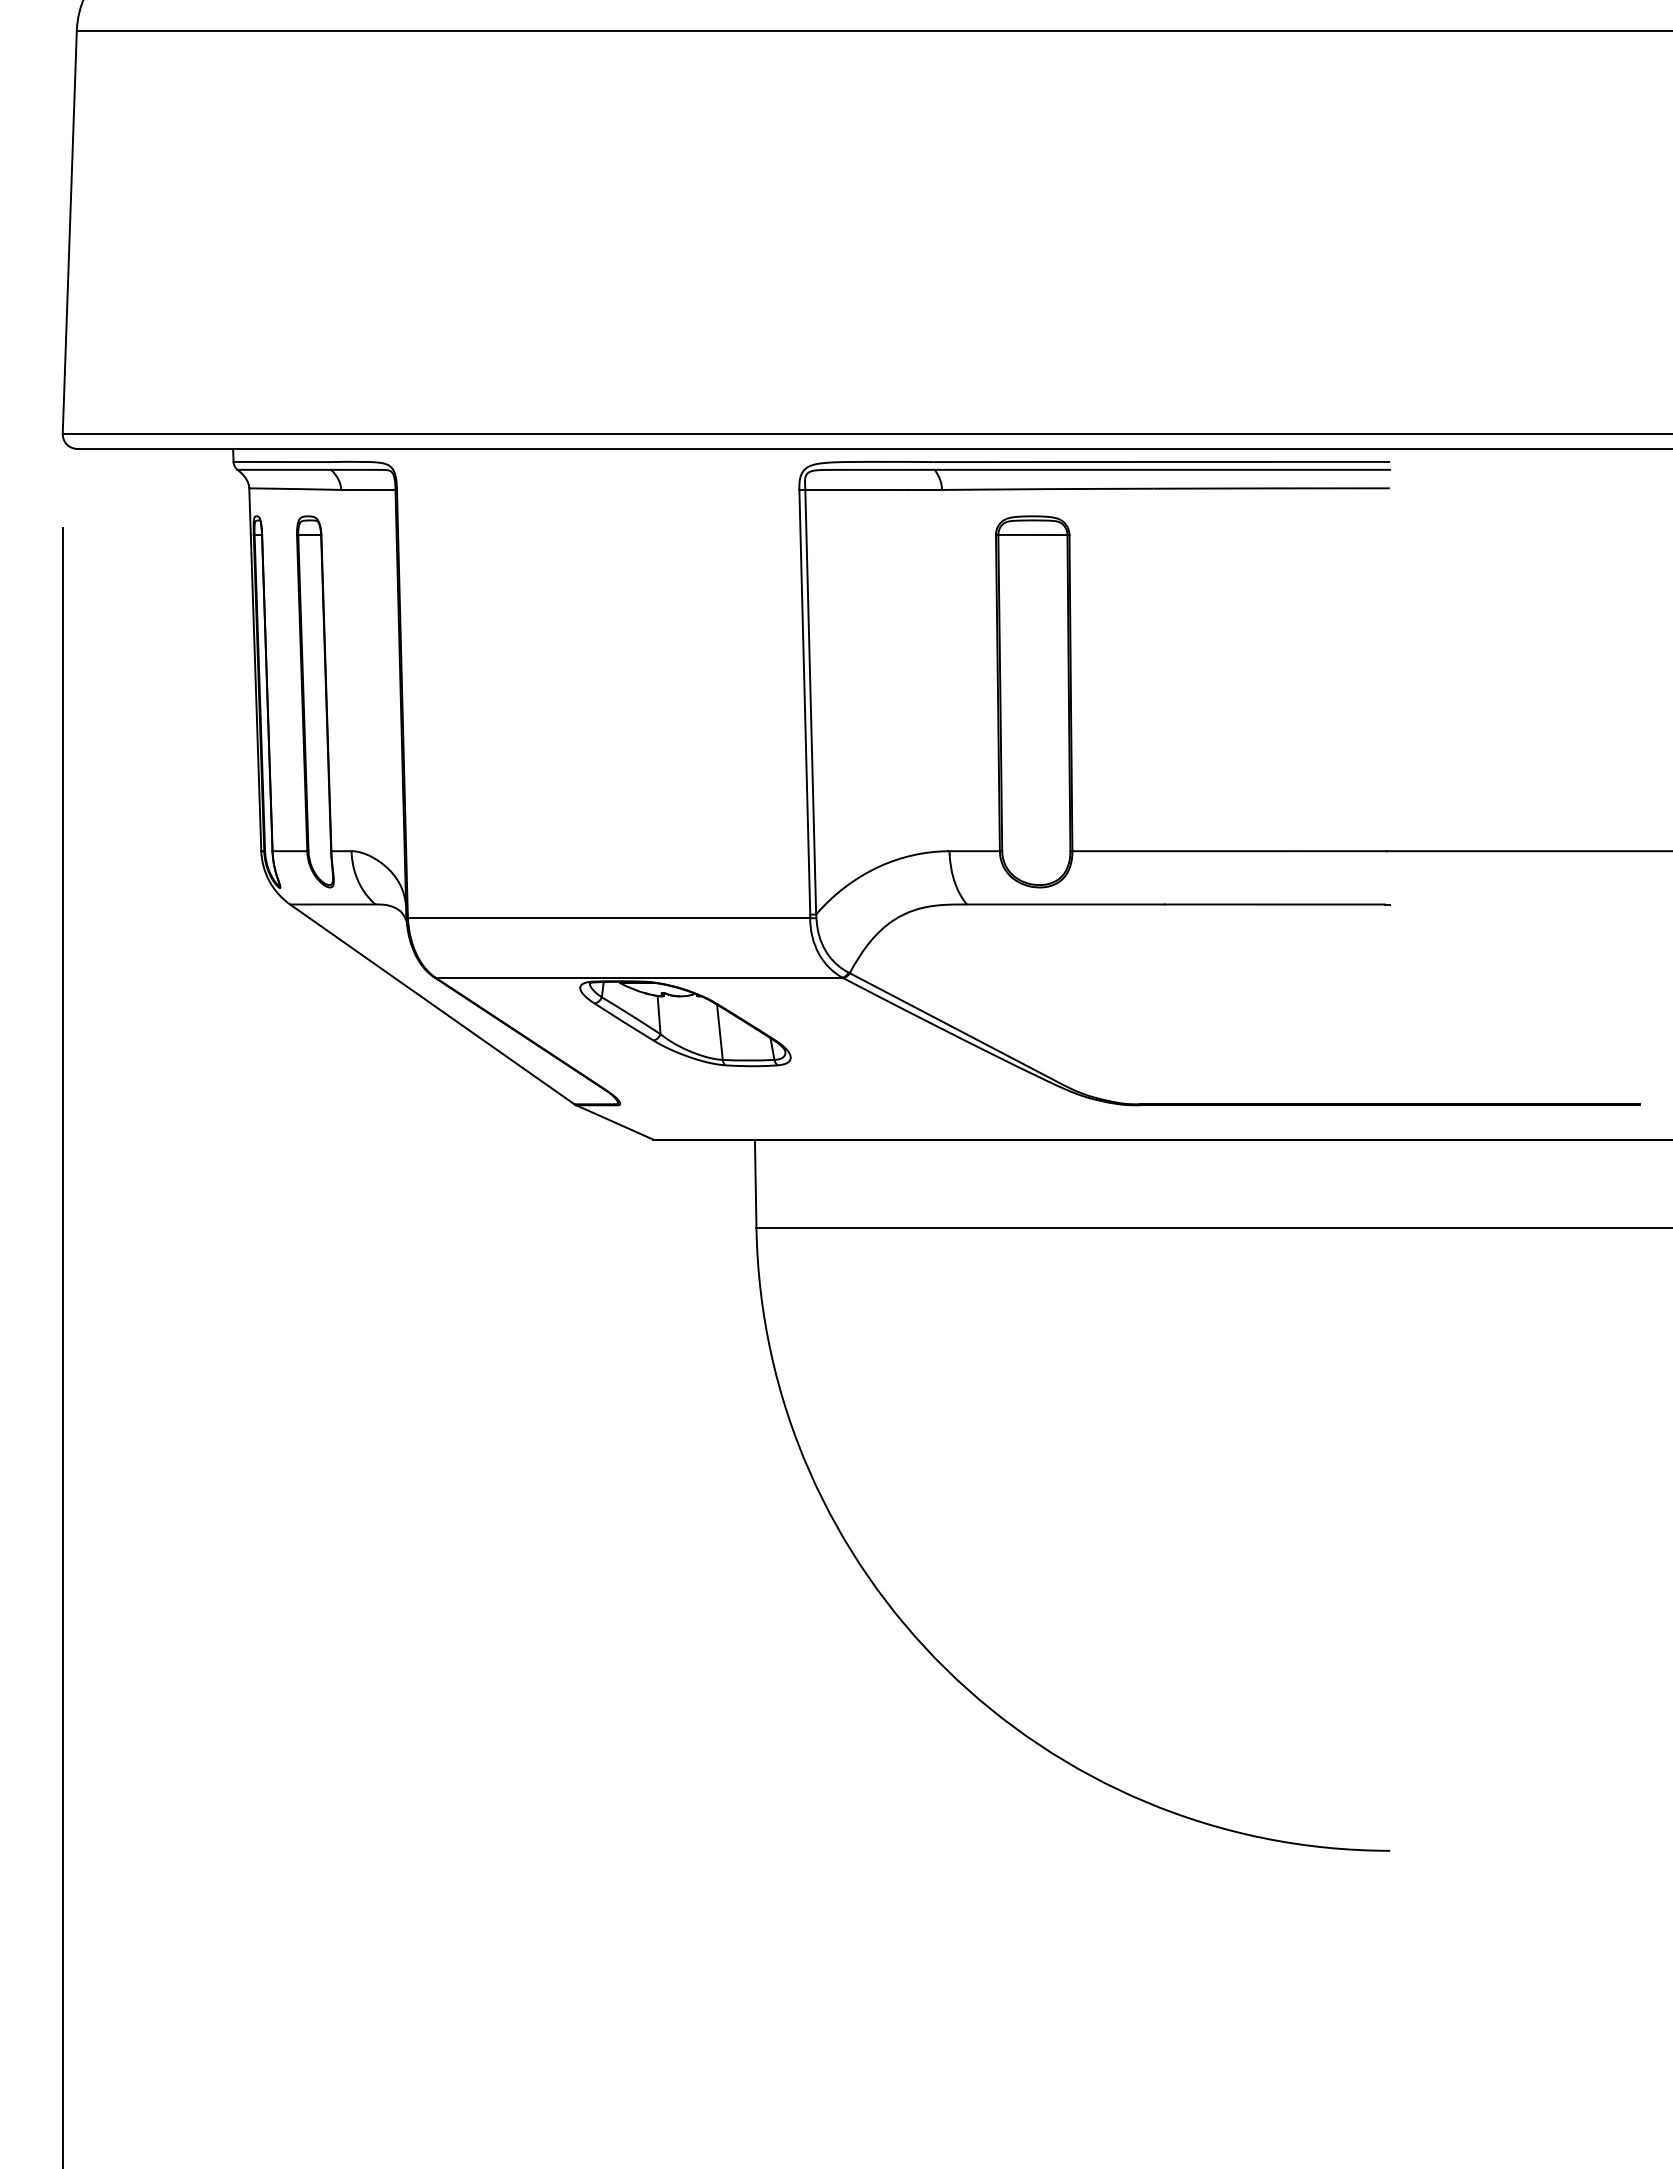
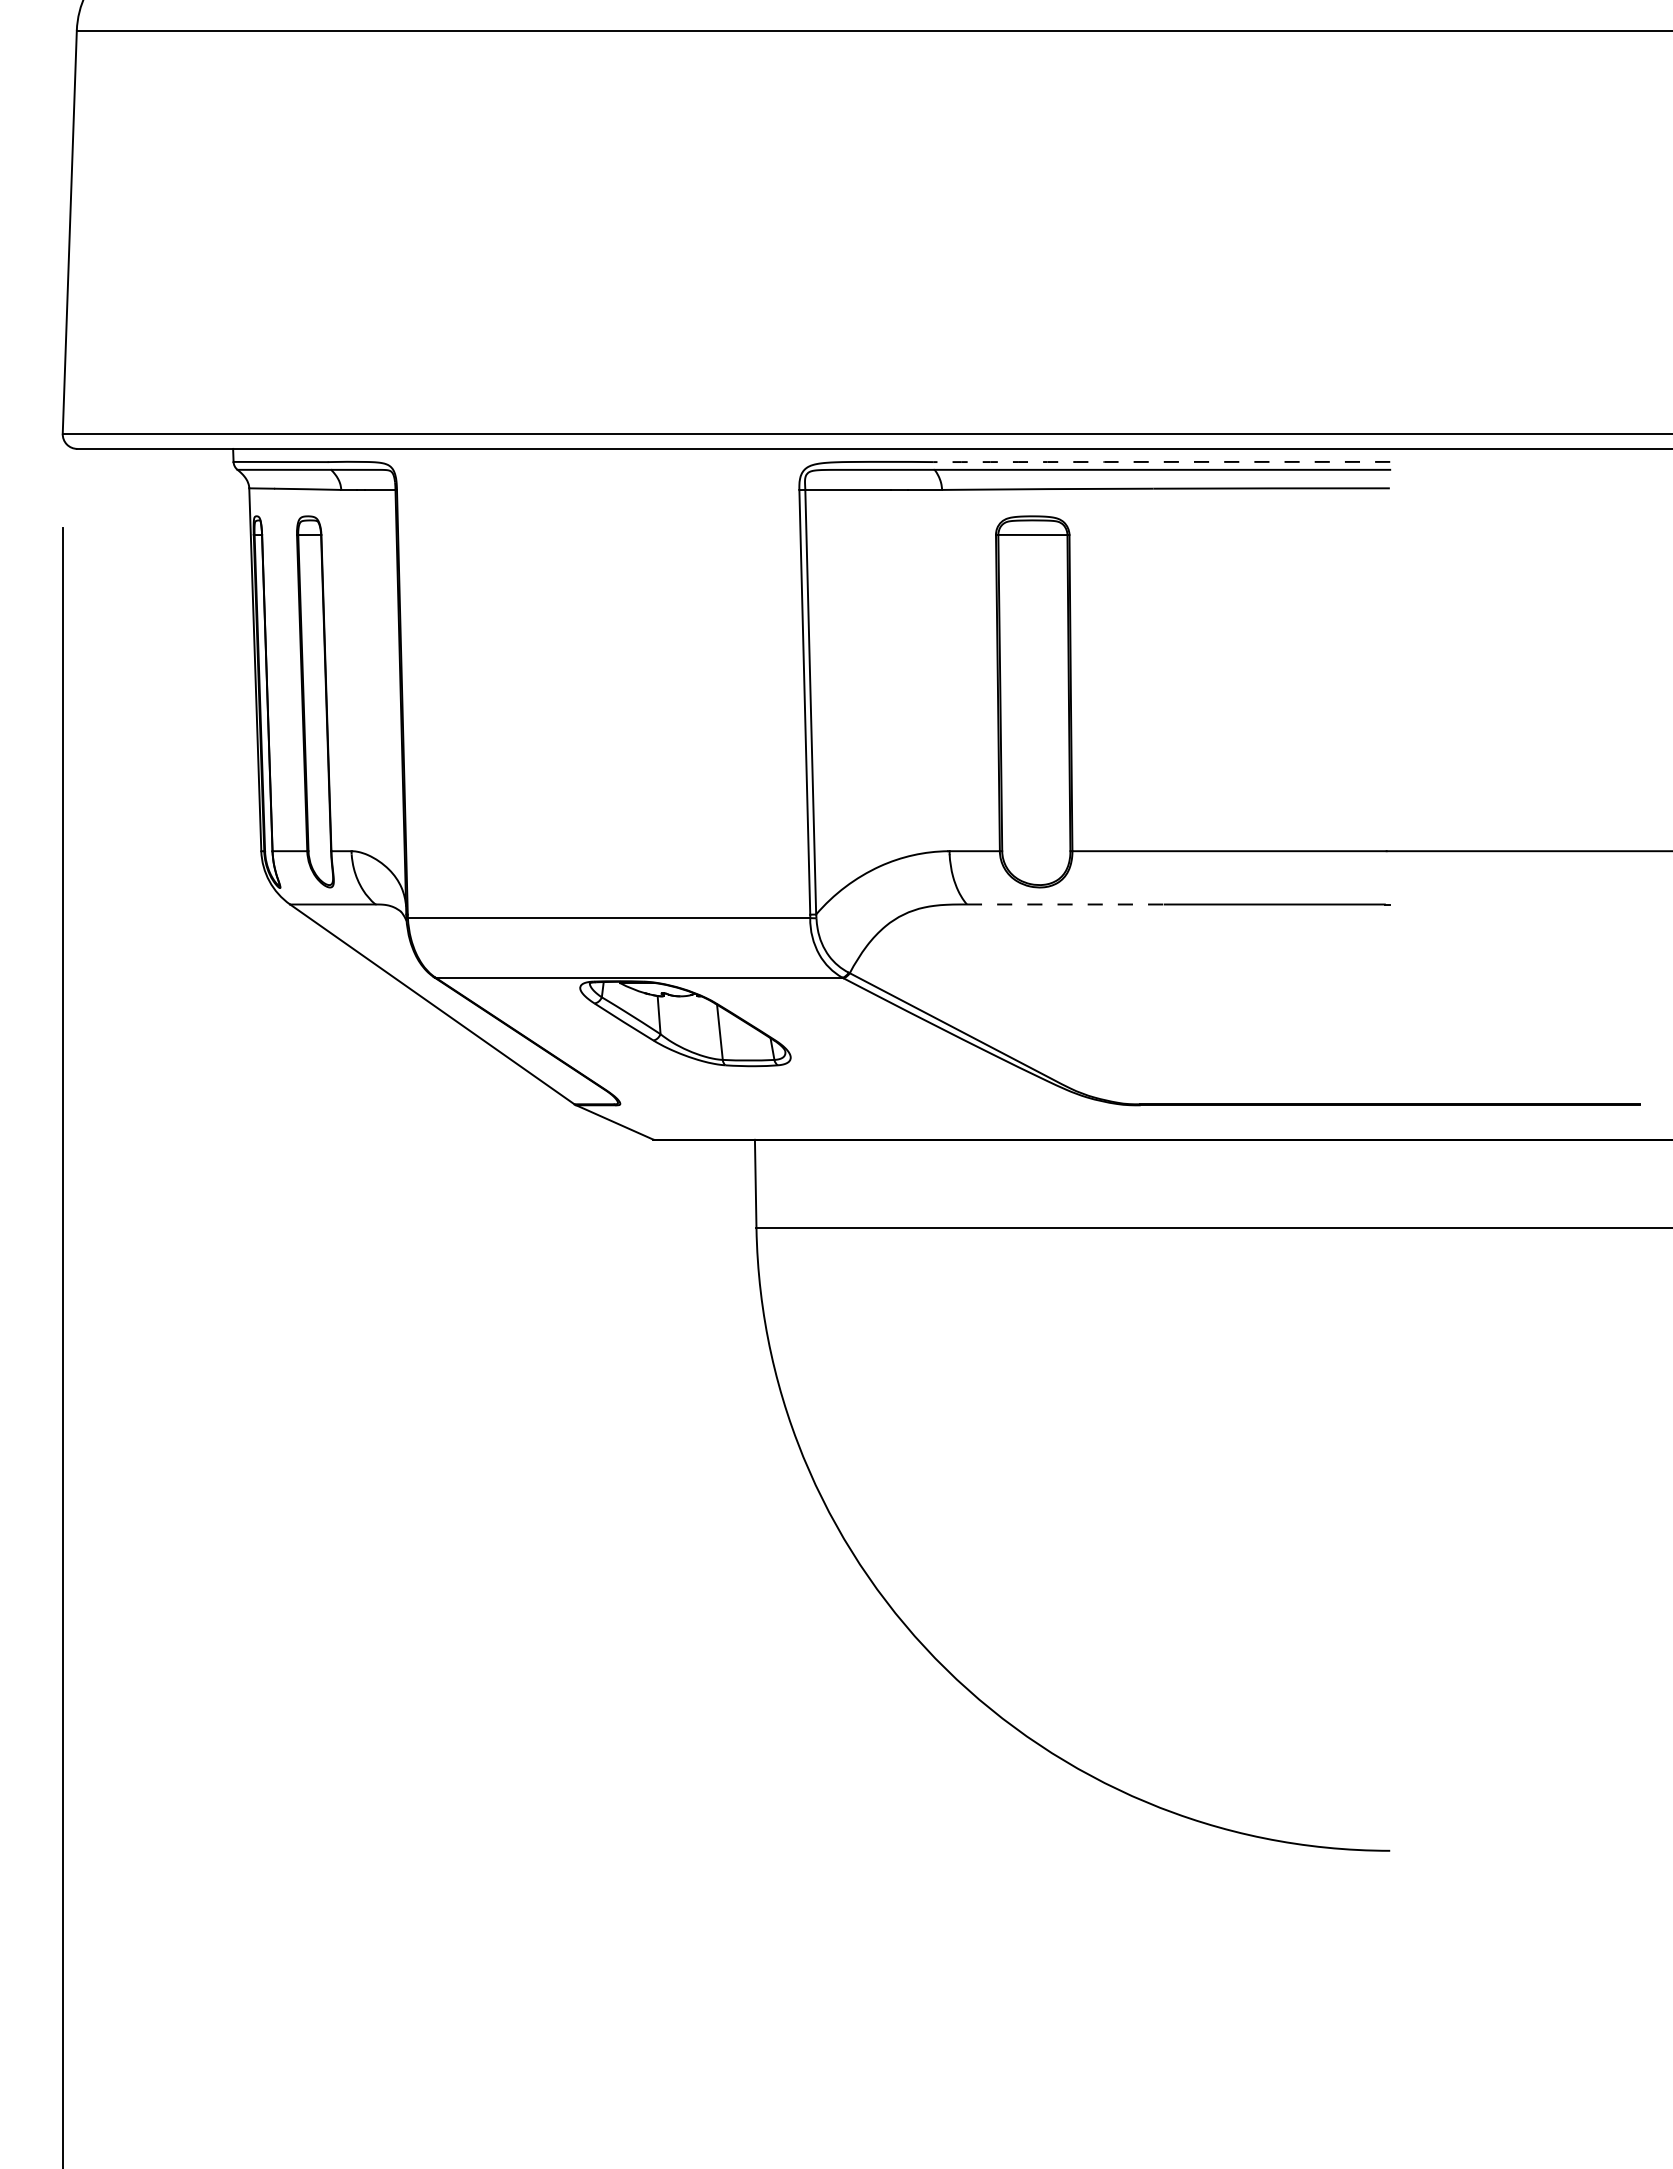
arc at (1161, 461): solid -> dashed
line at (1065, 904): solid -> dashed
